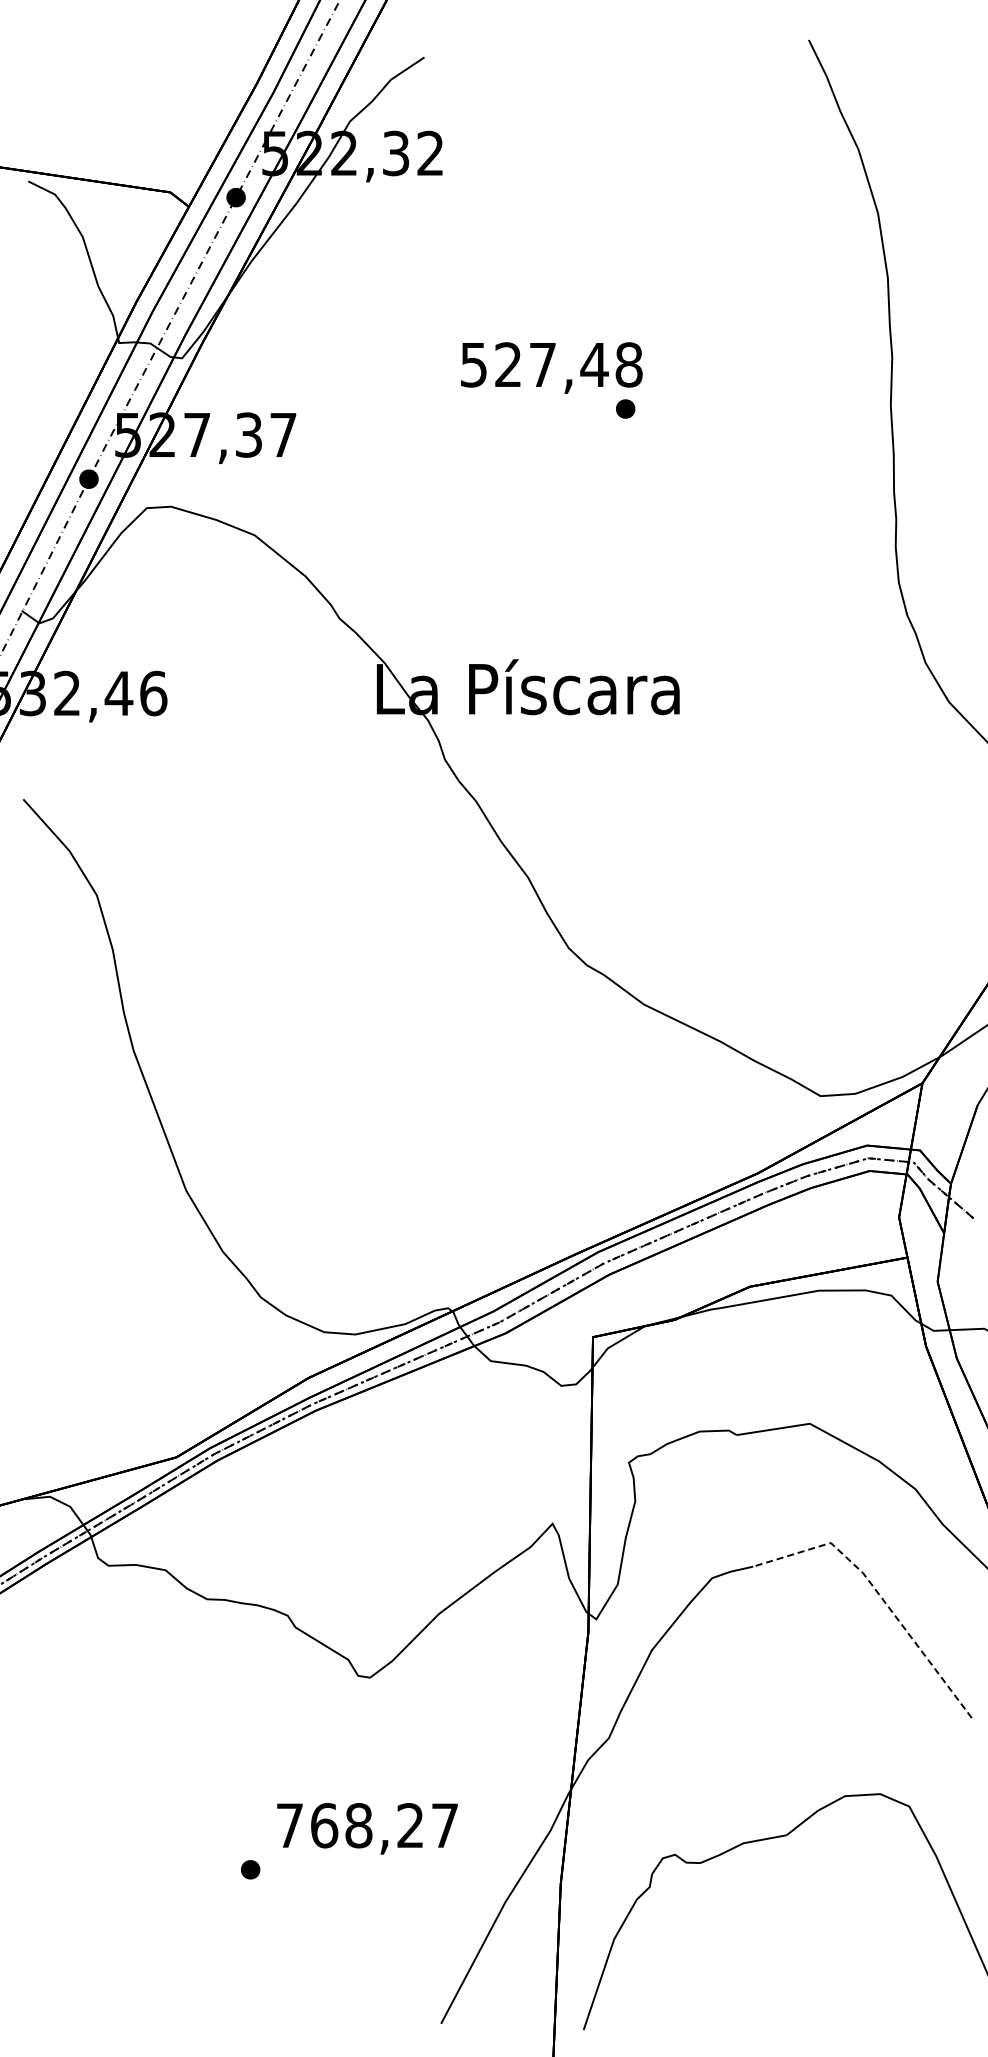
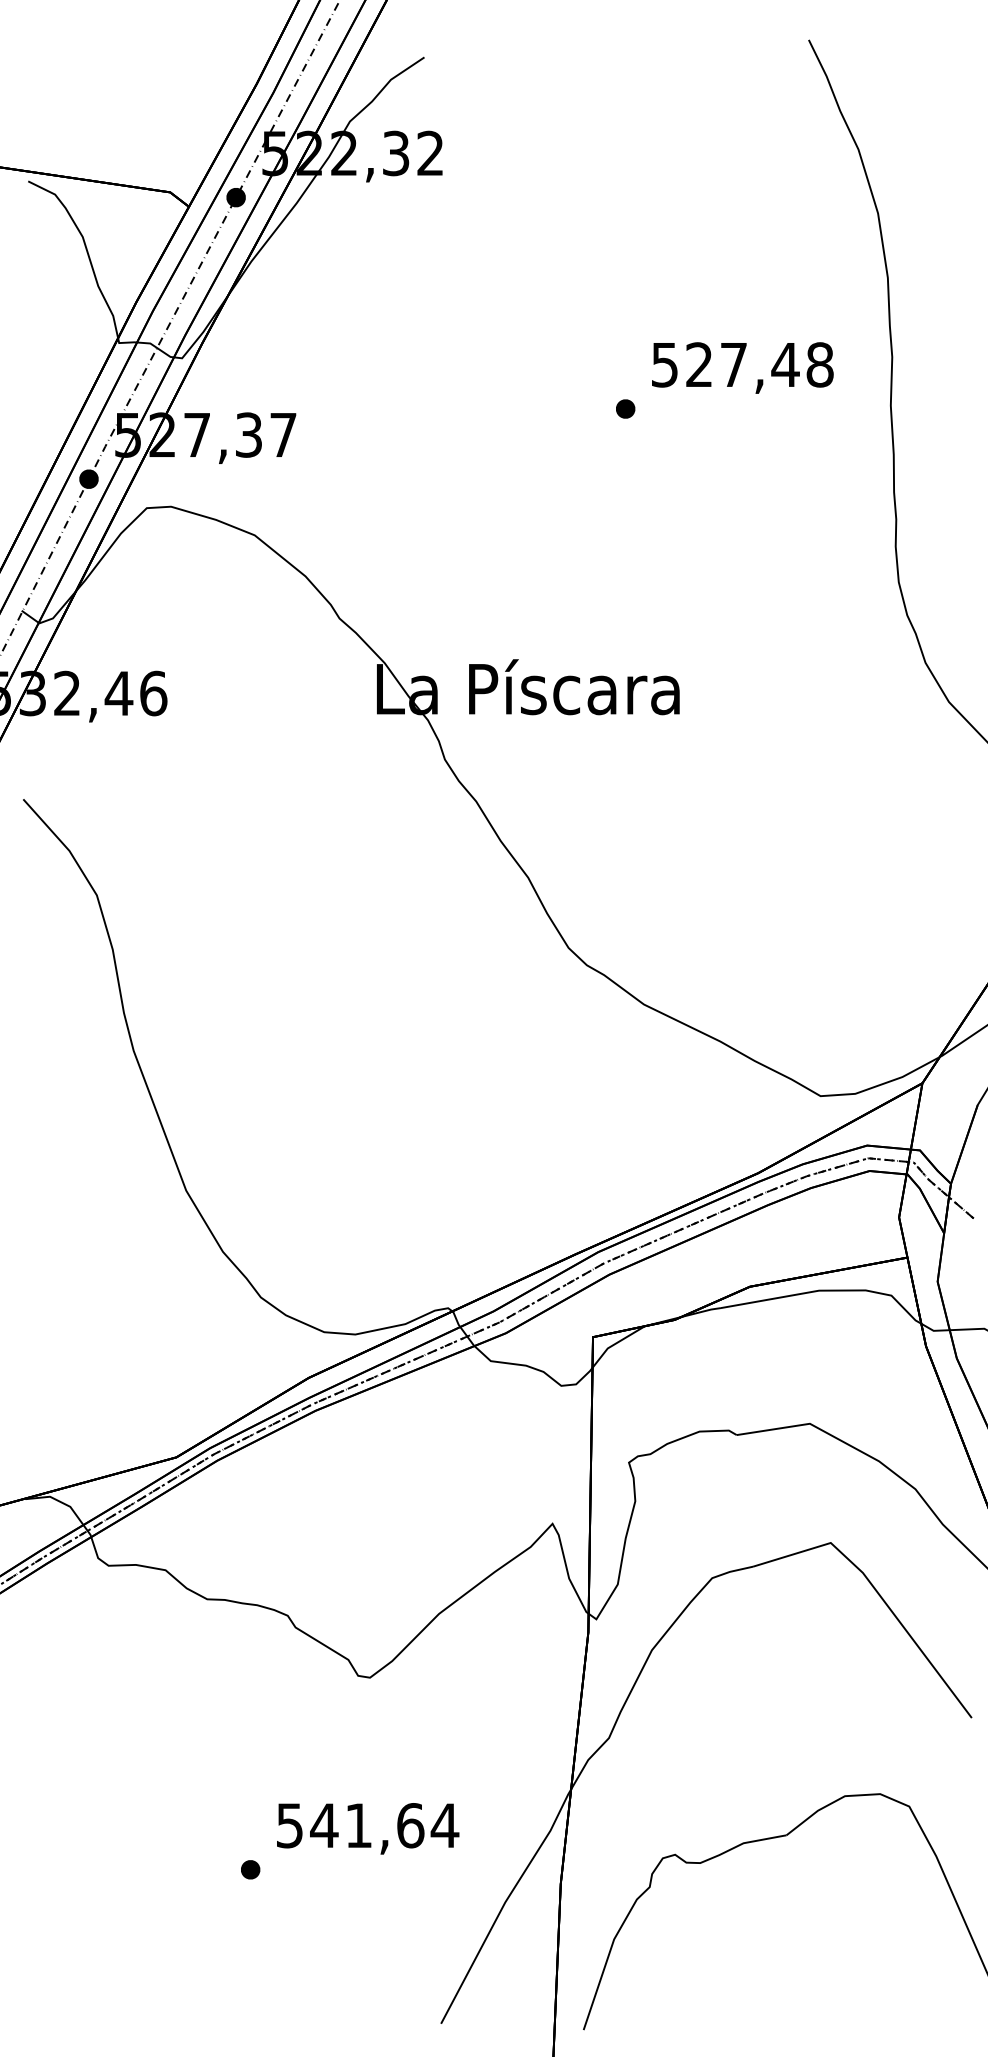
text at (551, 367) position: (551, 367) -> (742, 367)
line at (879, 1594): dashed -> solid
text at (368, 1825): 768,27 -> 541,64
